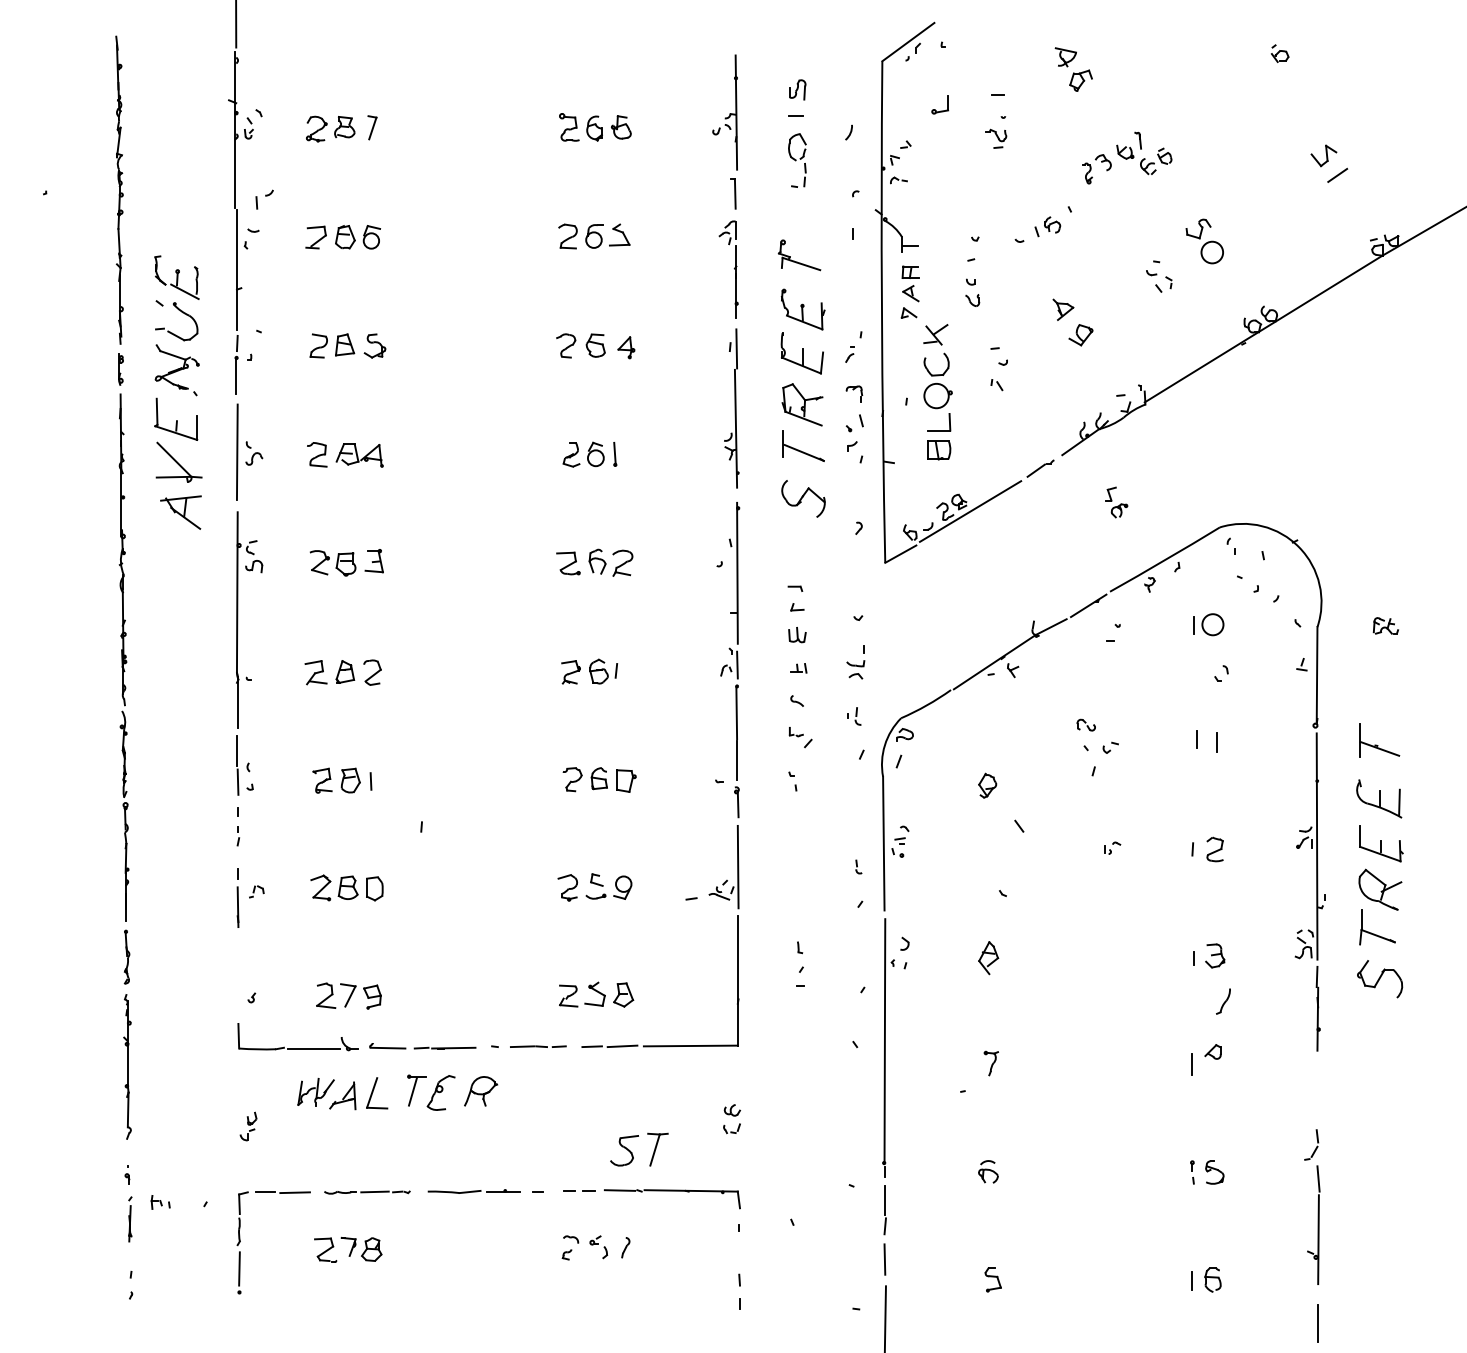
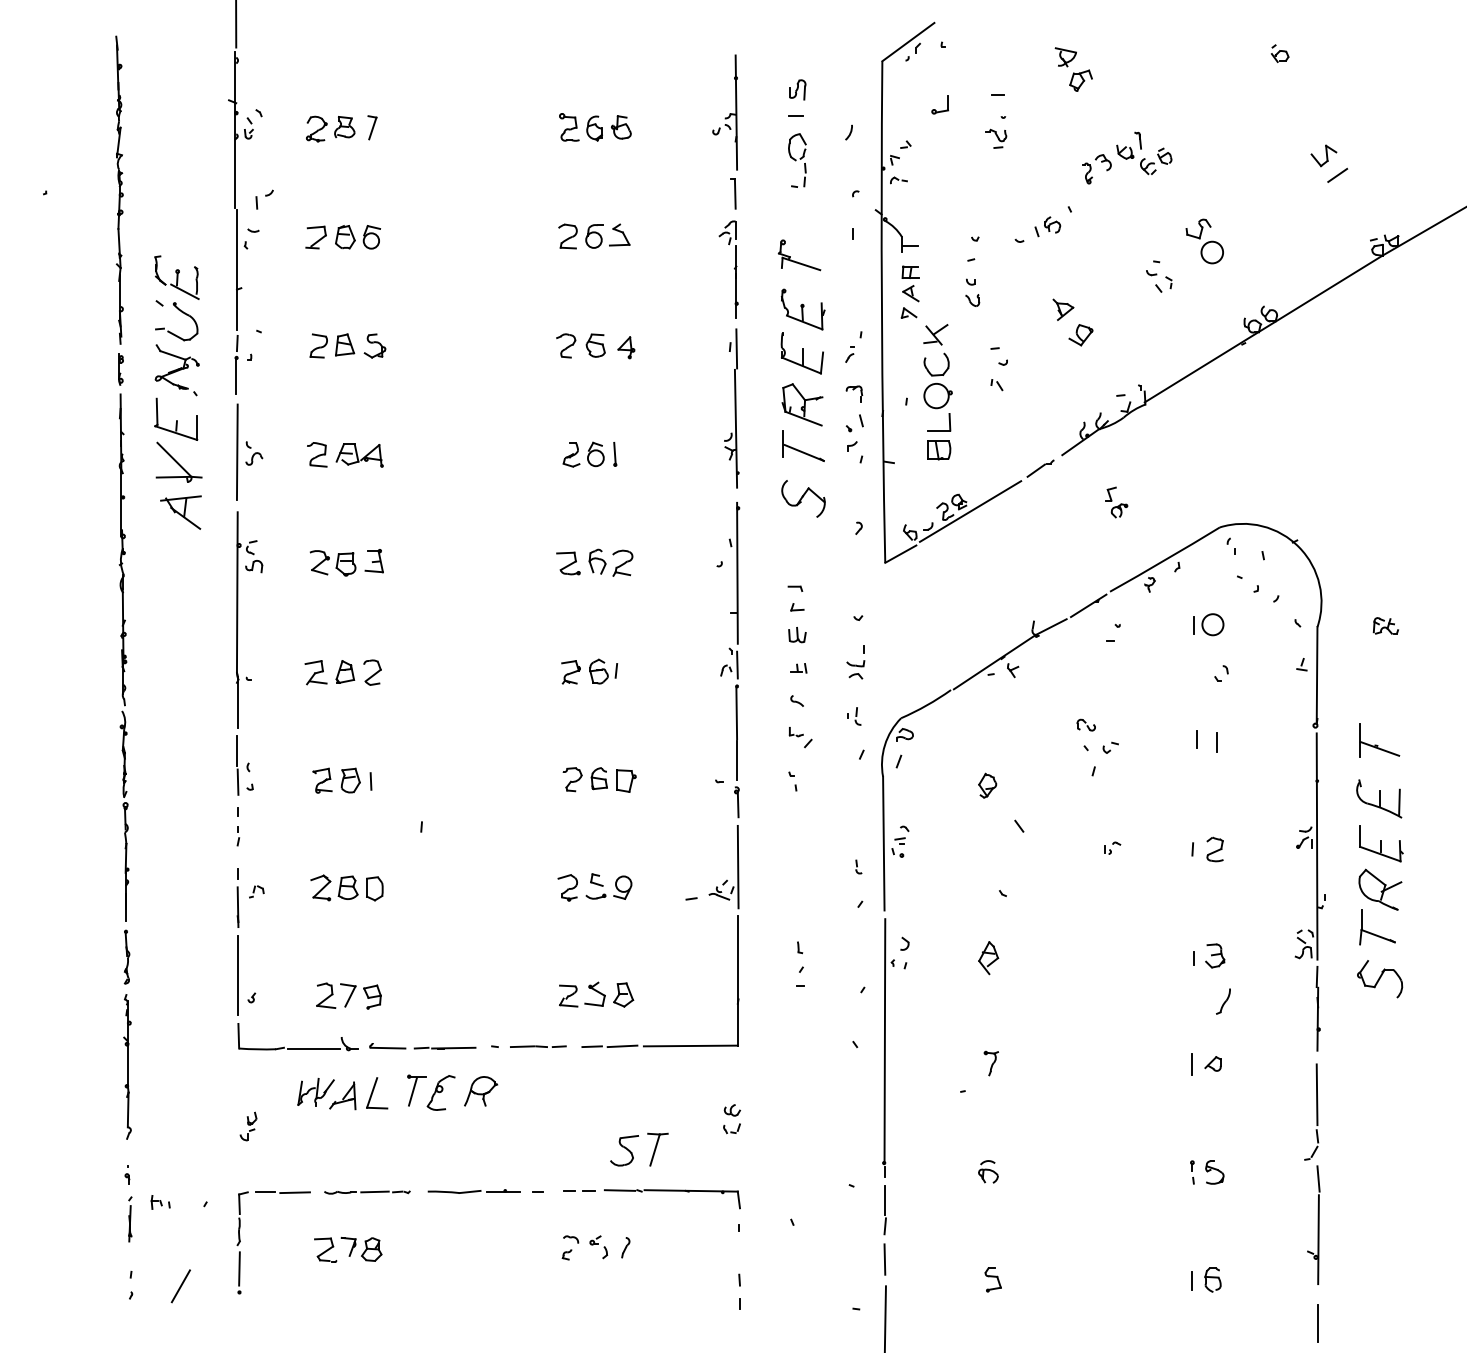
line at (238, 975): none -> present
part at (1212, 1051) position: (1212, 1051) -> (1212, 1063)
line at (1316, 1094): none -> present
line at (180, 1286): none -> present
